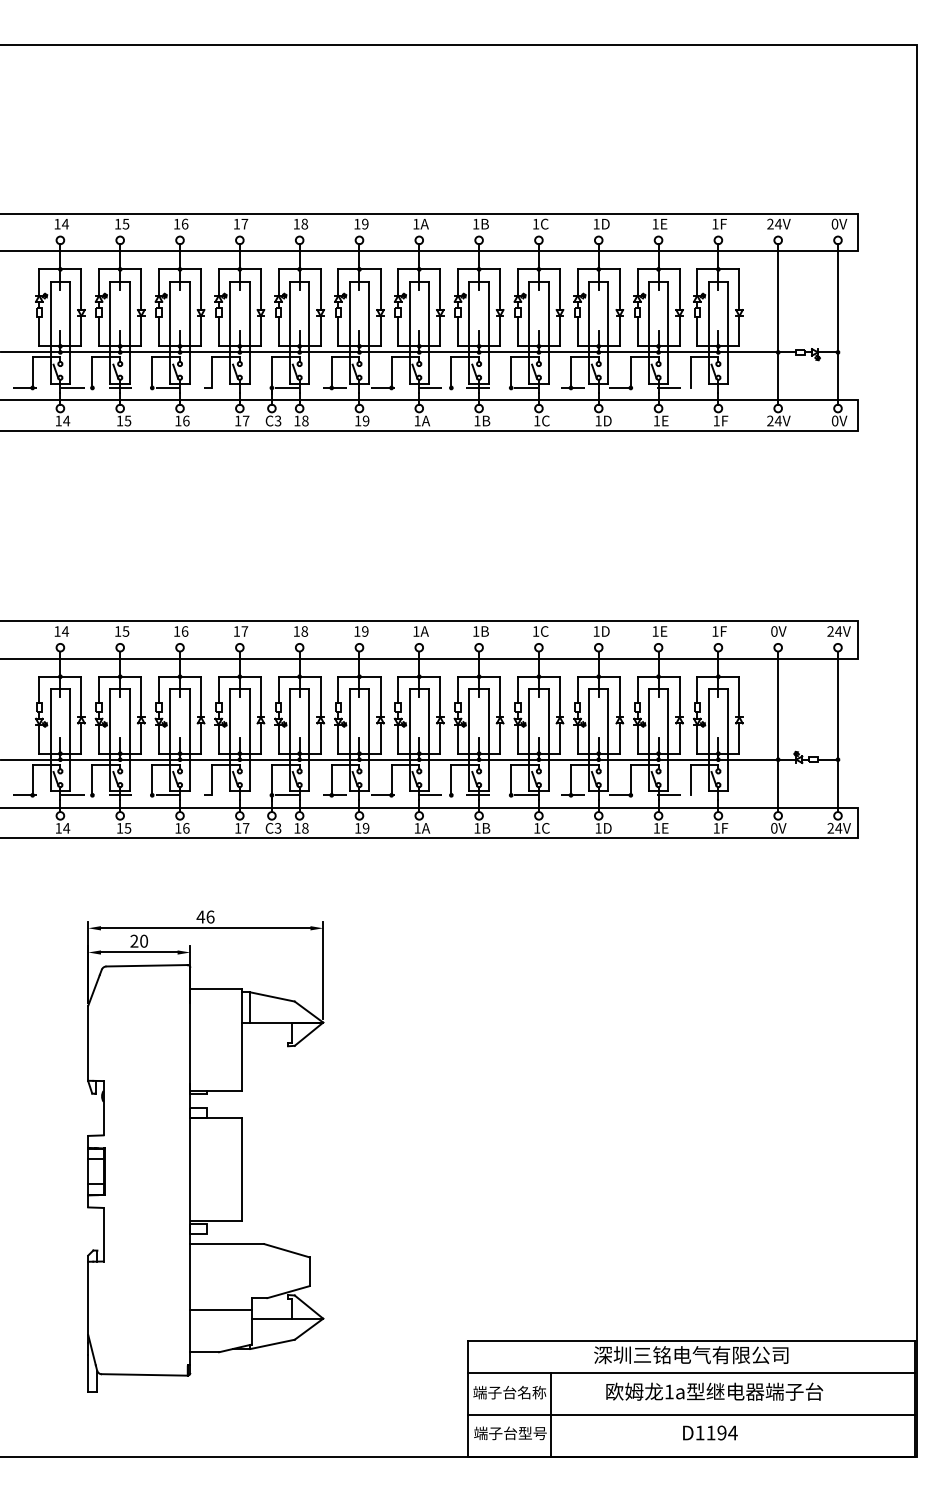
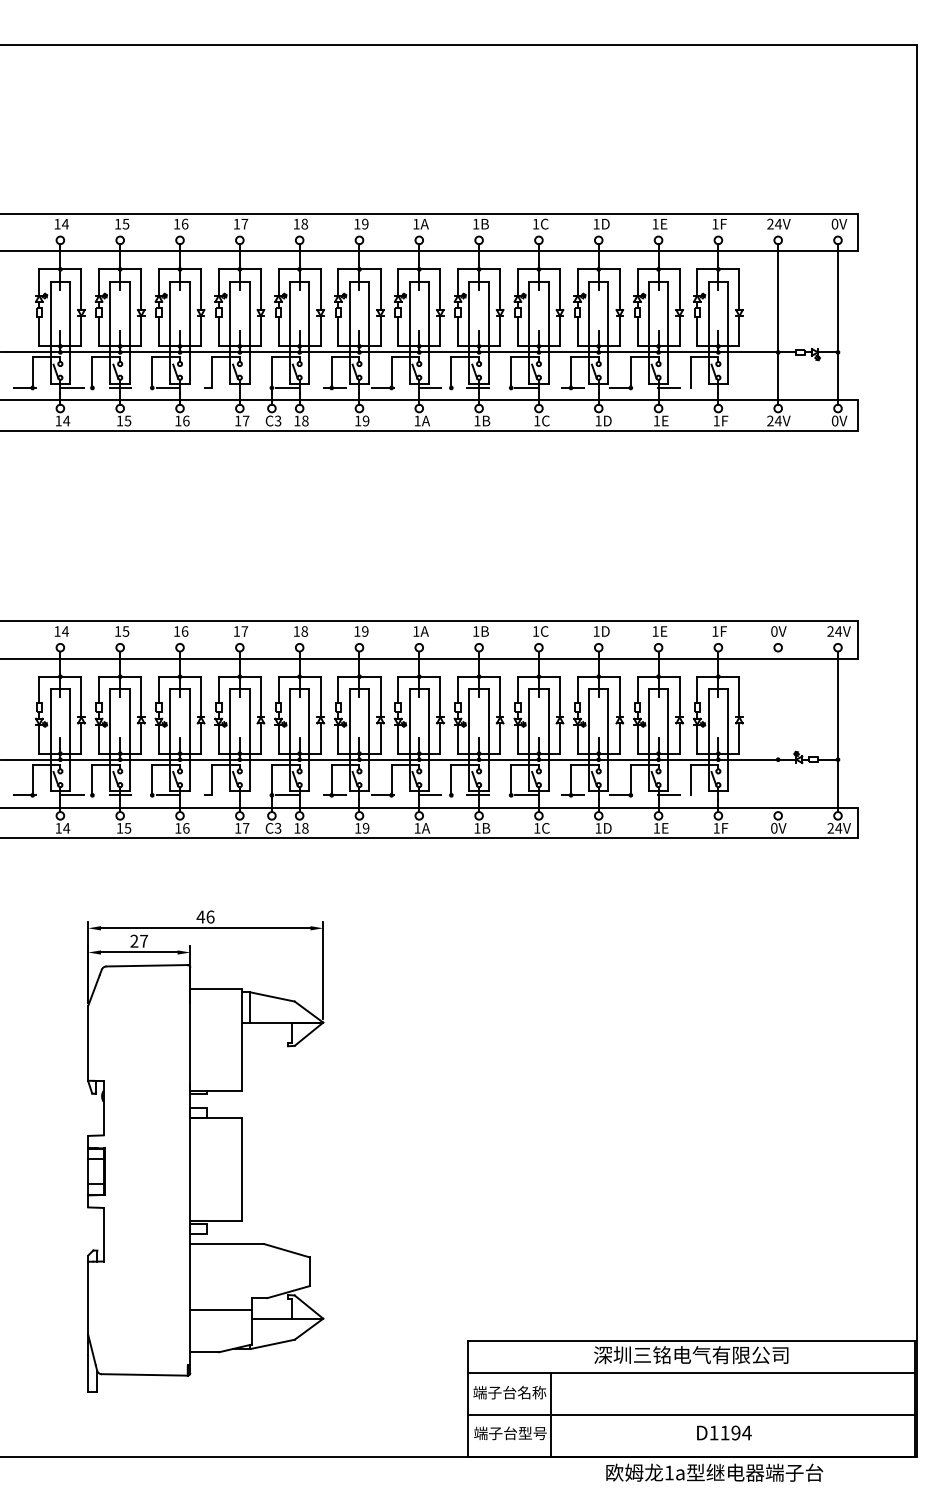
line at (778, 731): present -> none
text at (144, 940): 20 -> 27
text at (714, 1391) position: (714, 1391) -> (714, 1472)
text at (710, 1432) position: (710, 1432) -> (724, 1432)
